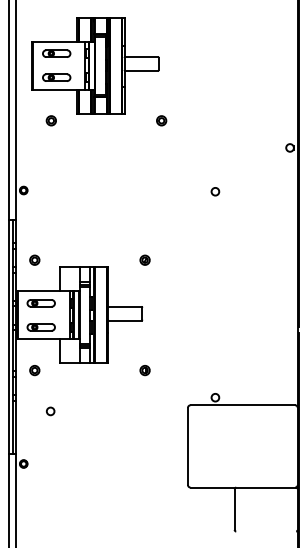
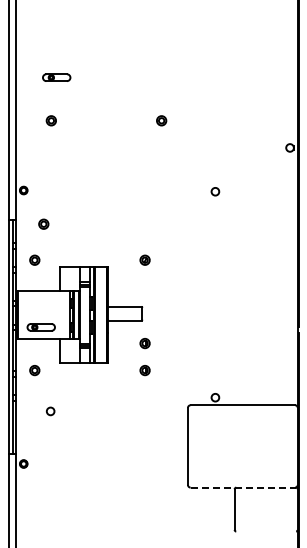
part at (95, 65): present -> none
part at (43, 223): none -> present
part at (40, 303): present -> none
part at (144, 343): none -> present
line at (243, 487): solid -> dashed
